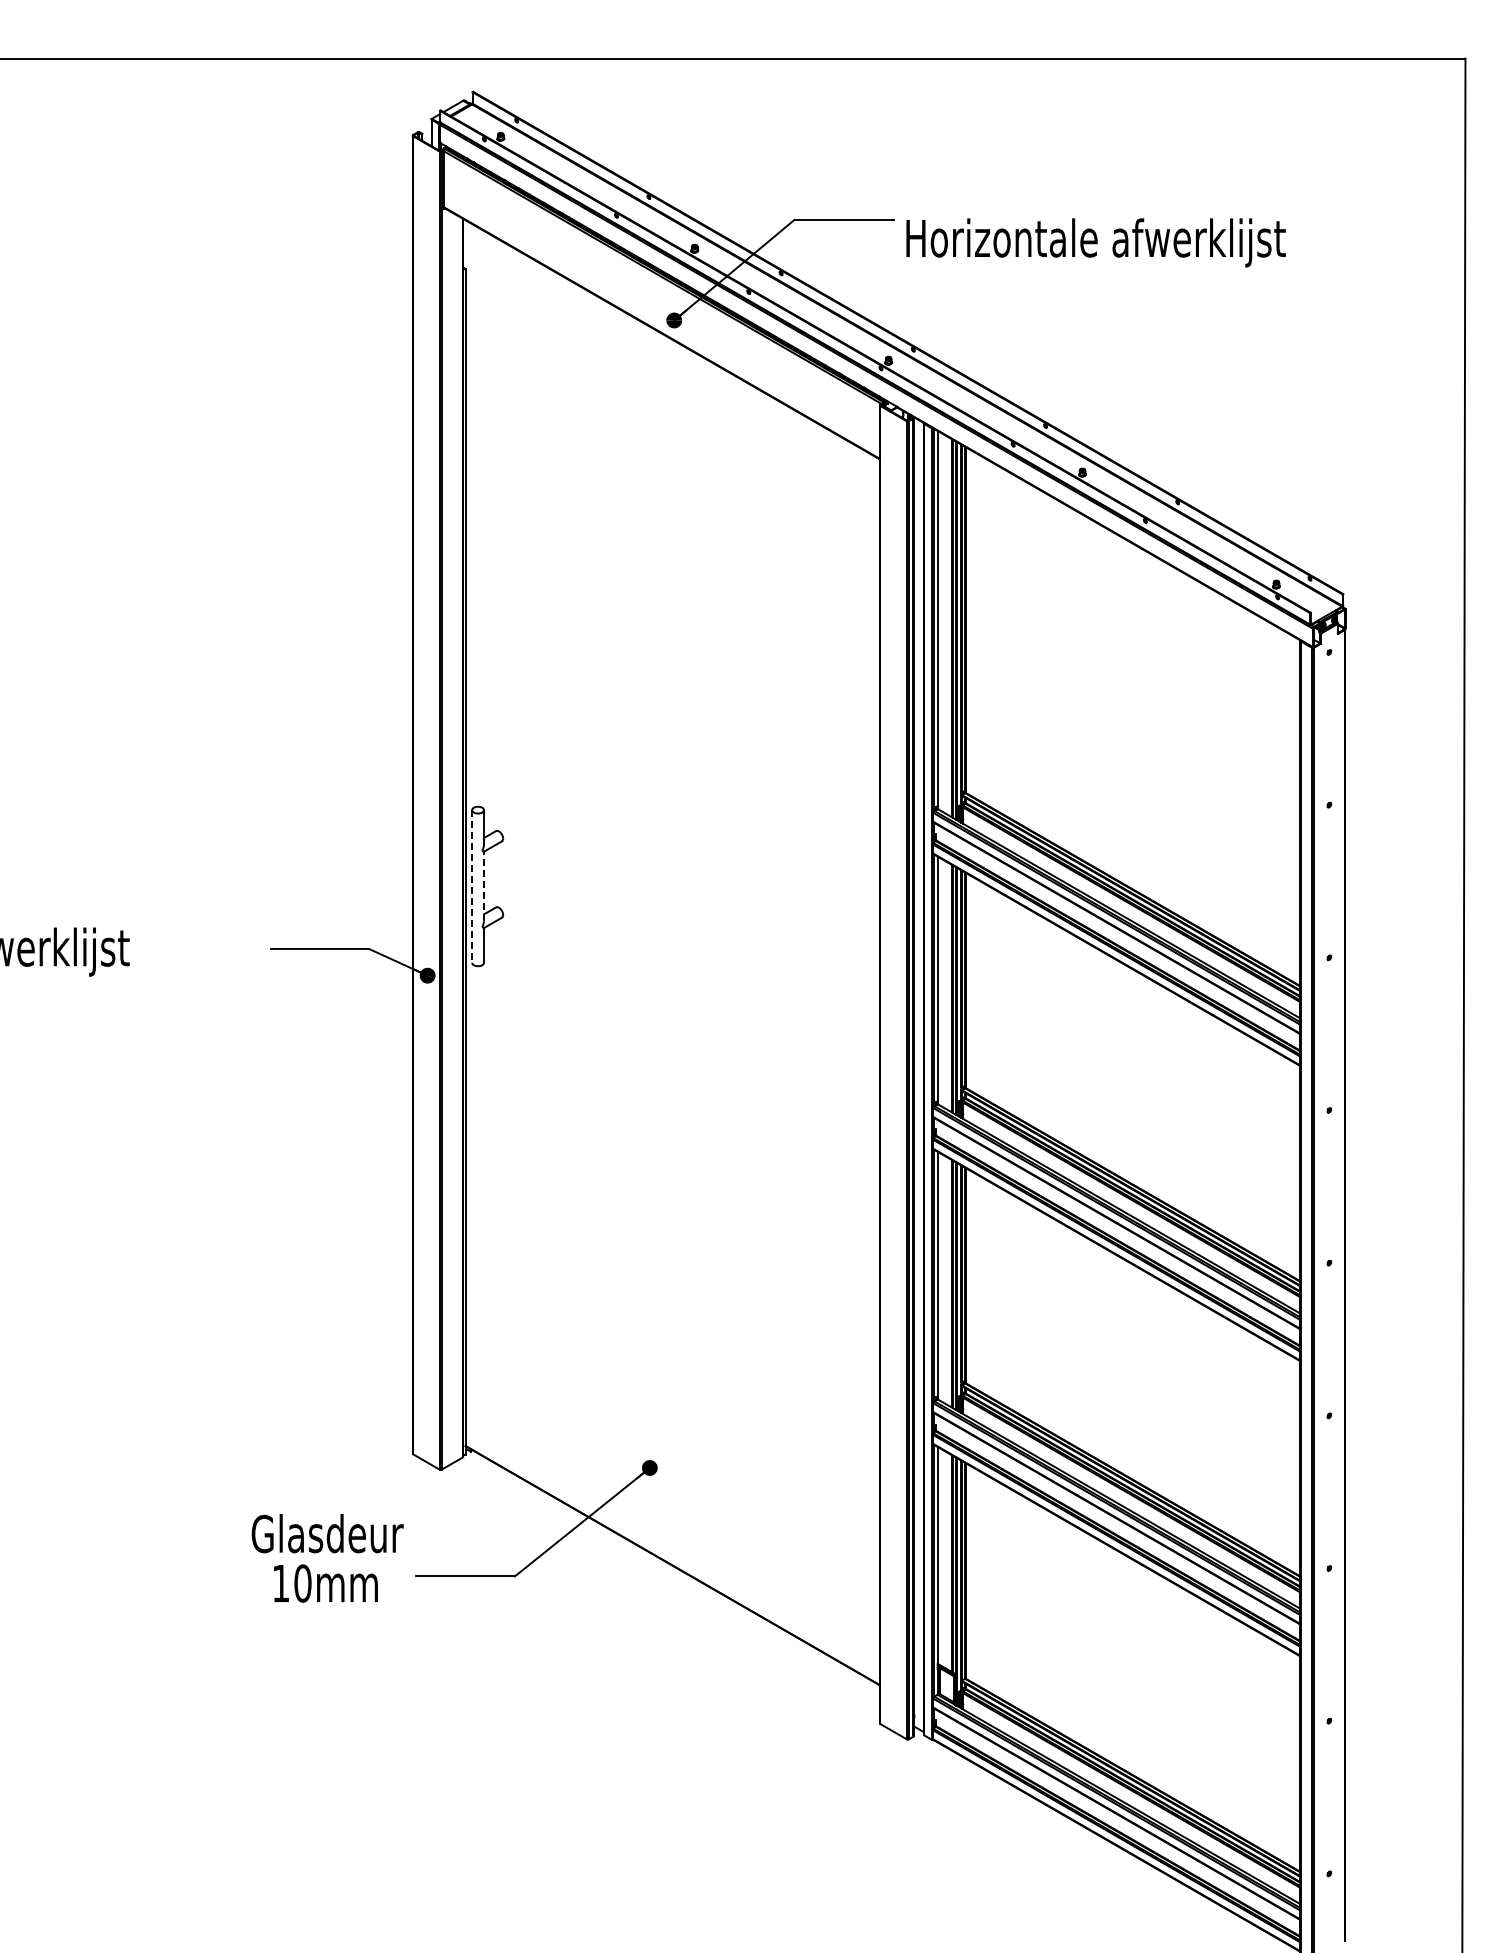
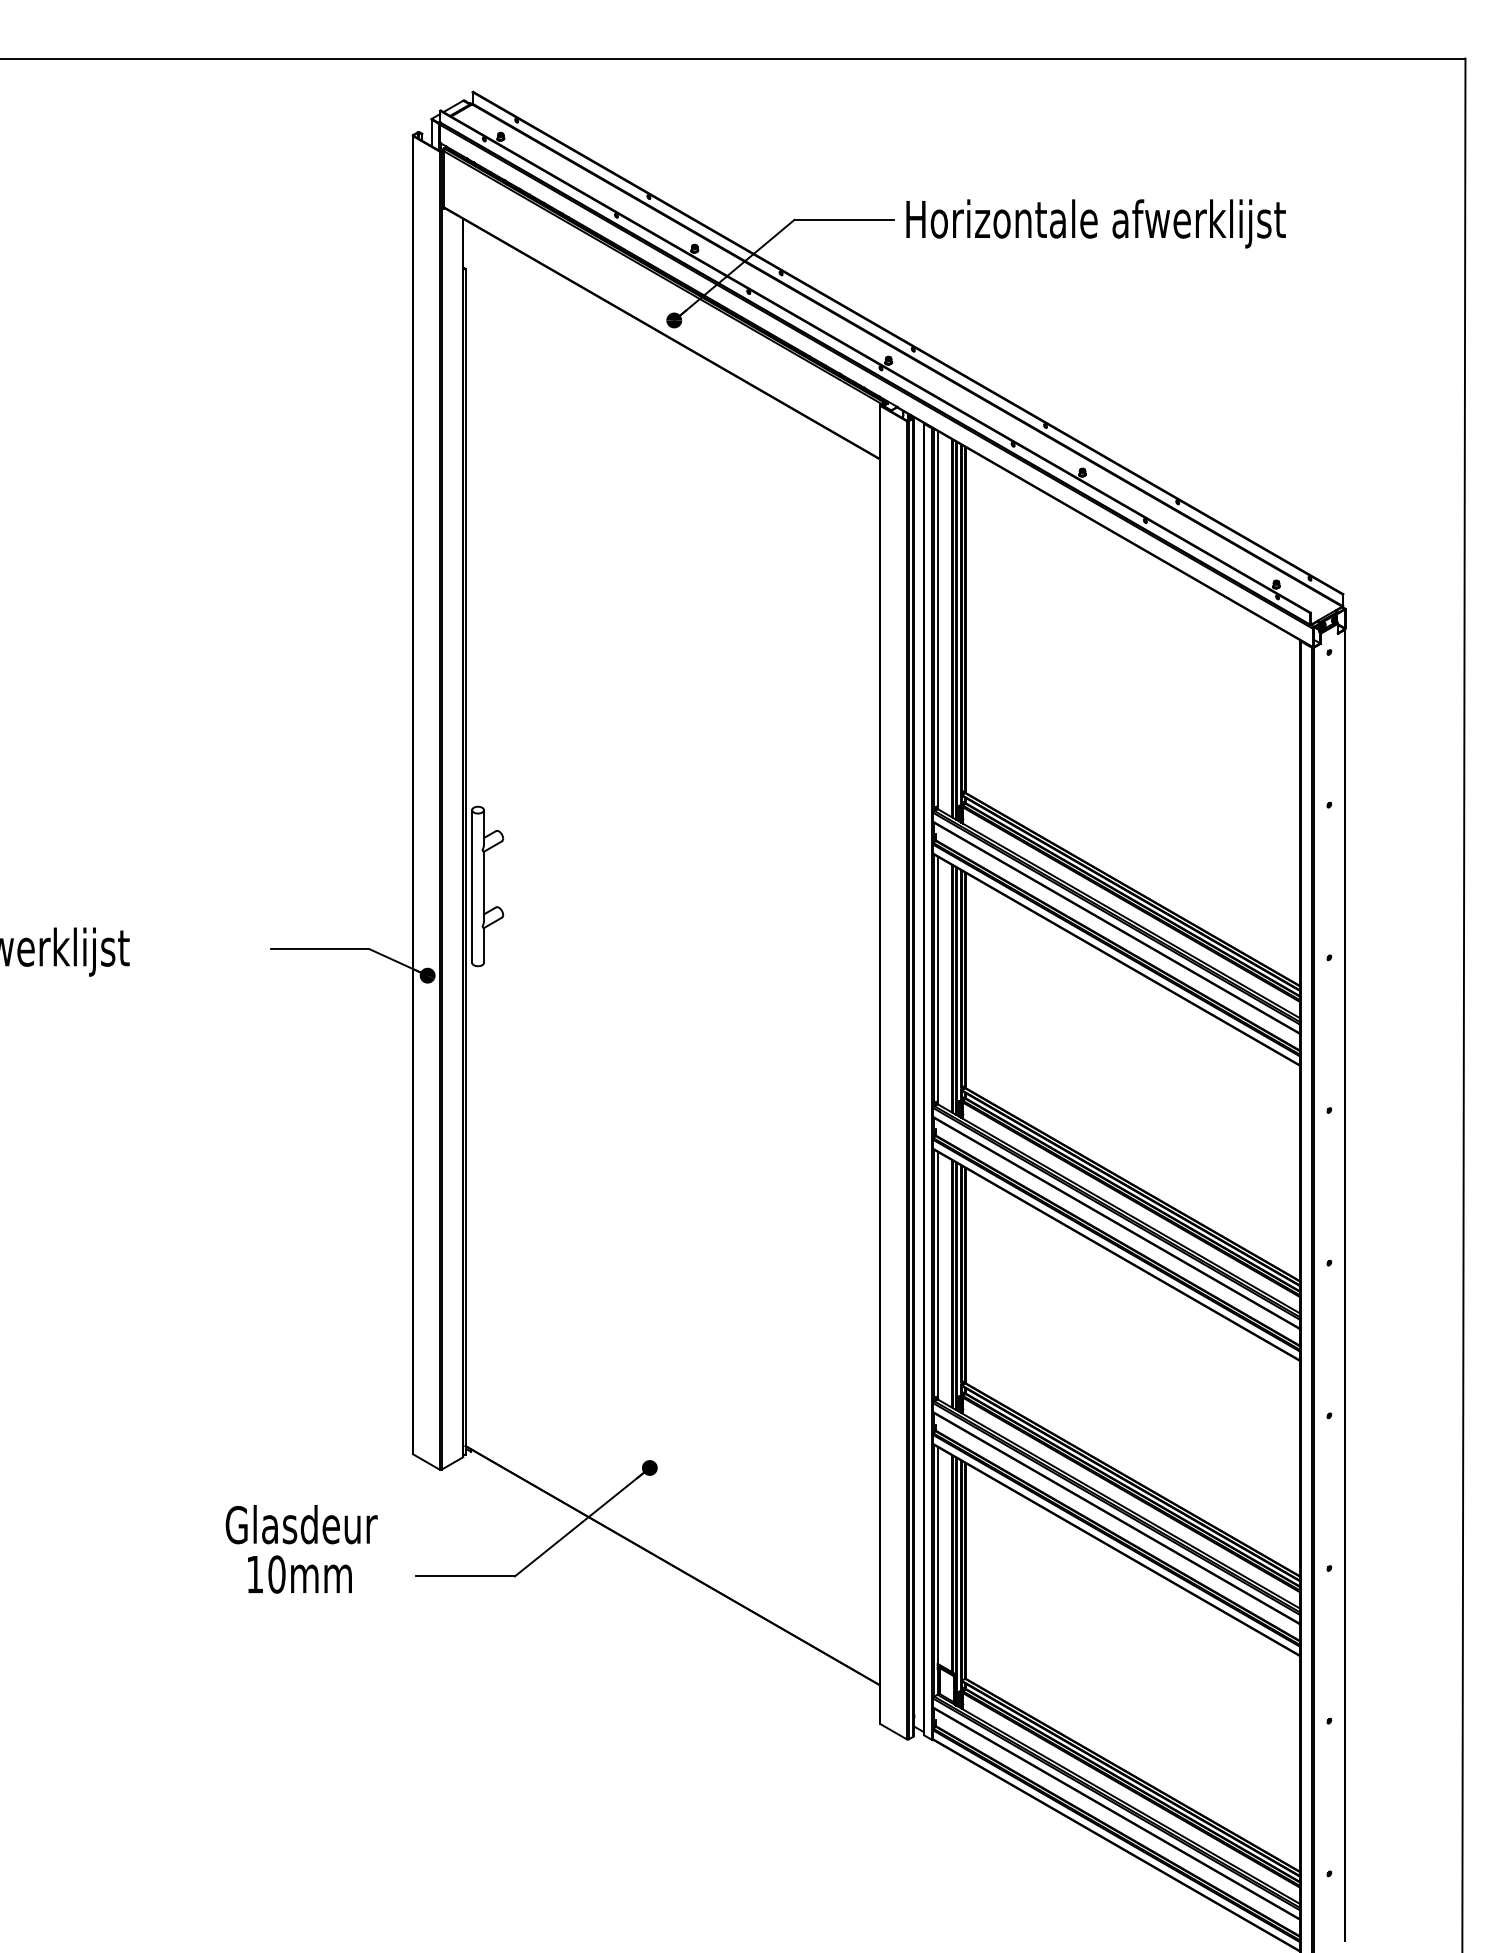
text at (1095, 242) position: (1095, 242) -> (1095, 223)
line at (483, 886): dashed -> solid
line at (472, 887): dashed -> solid
text at (327, 1558) position: (327, 1558) -> (301, 1549)
